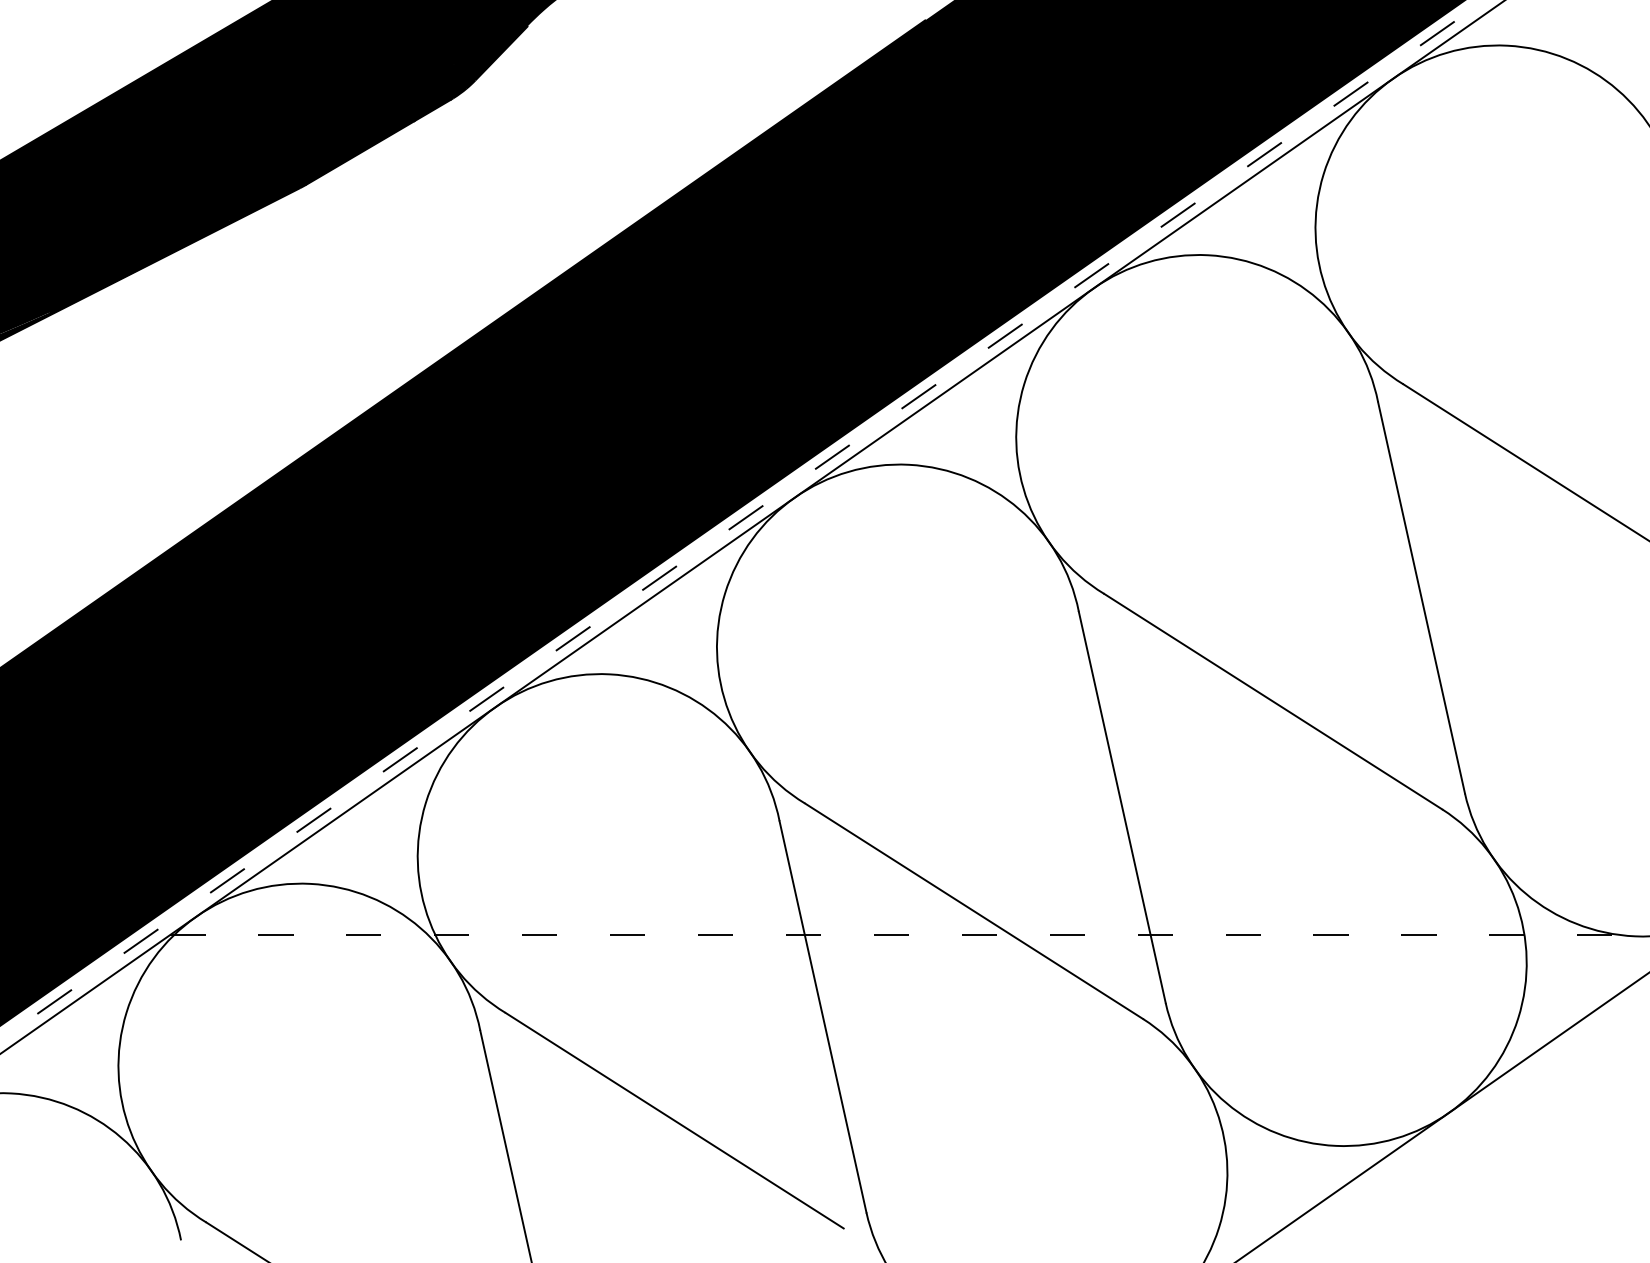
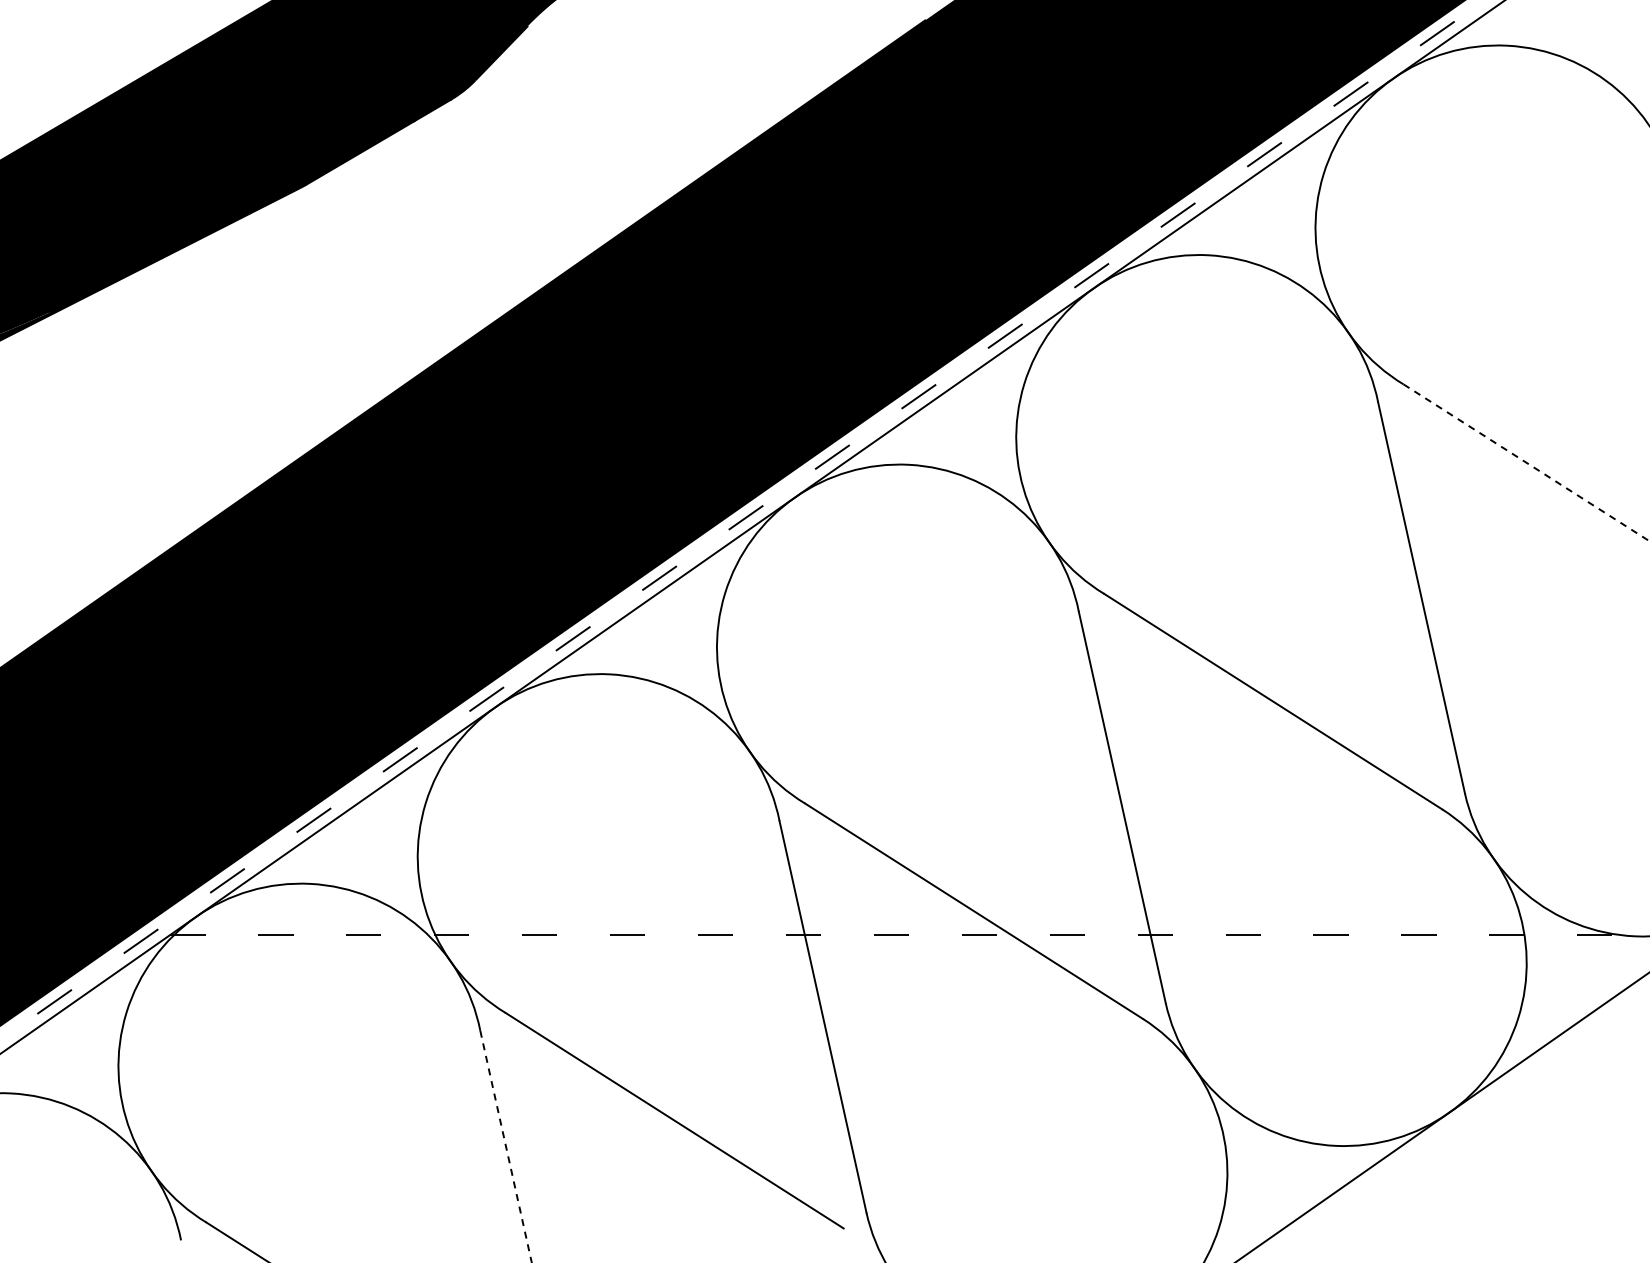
line at (1526, 462): solid -> dashed
line at (506, 1146): solid -> dashed
